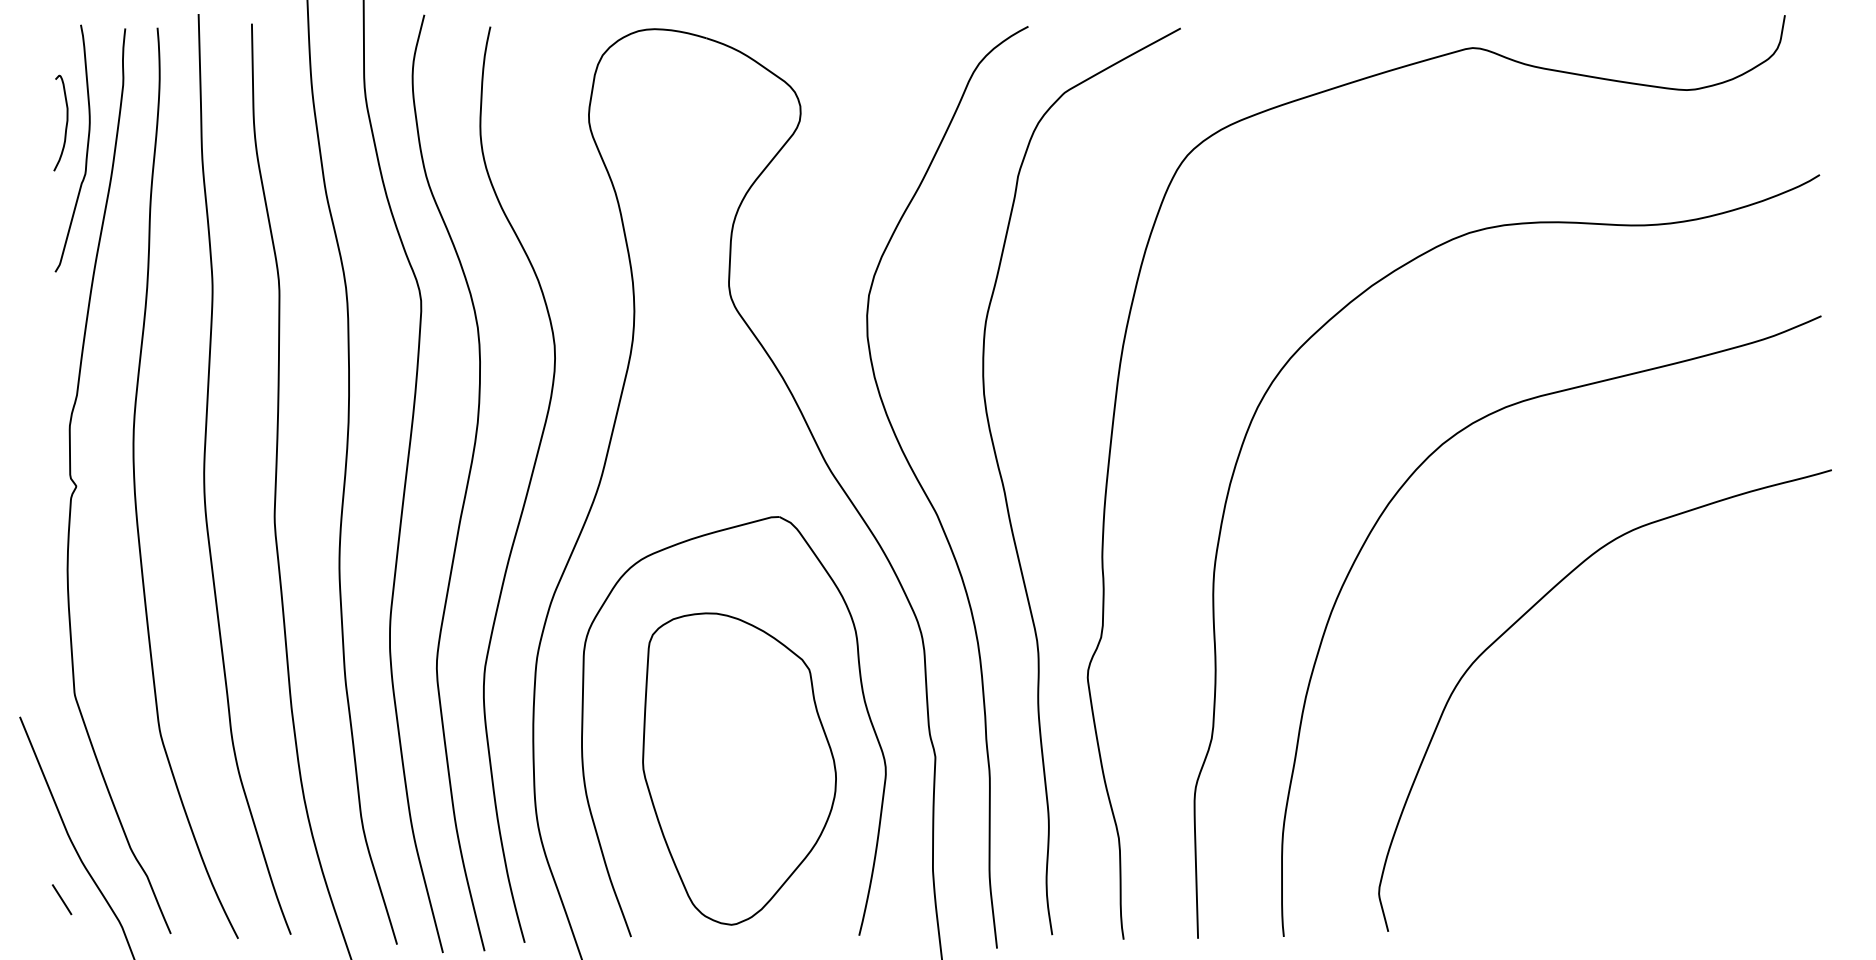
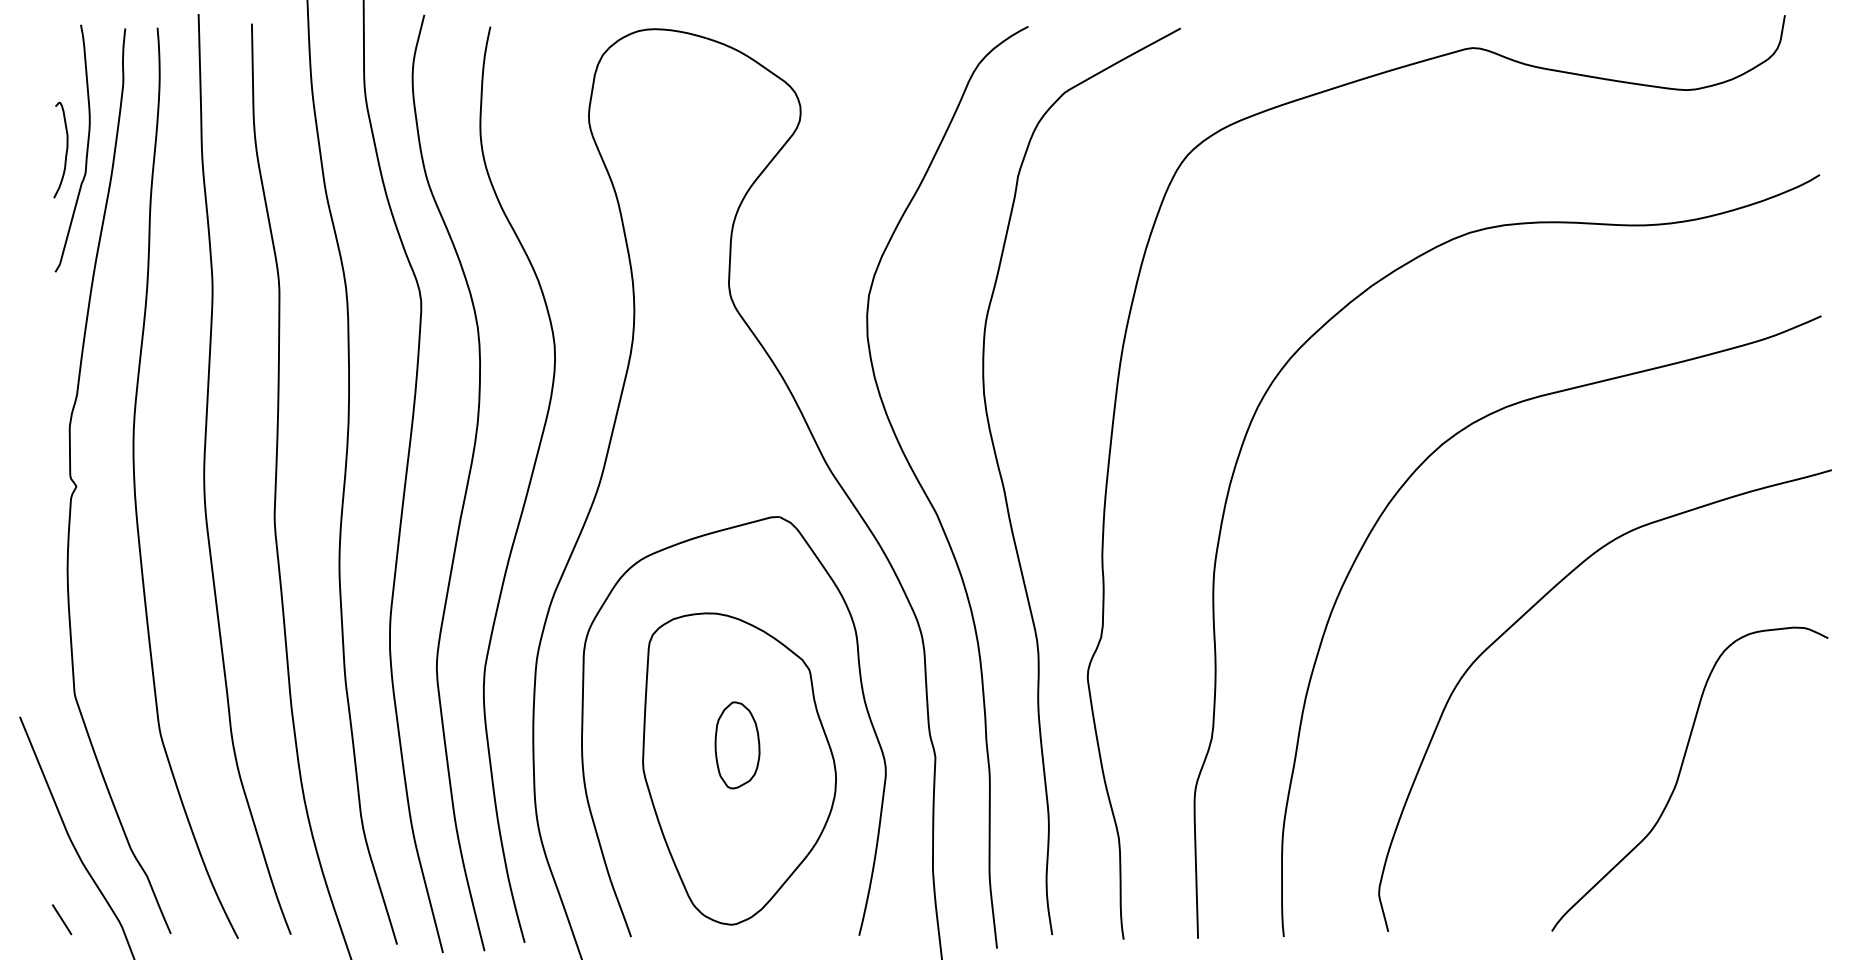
curve at (65, 125) position: (65, 125) -> (65, 152)
part at (737, 745): none -> present
curve at (1680, 774): none -> present
line at (61, 899) position: (61, 899) -> (61, 919)
